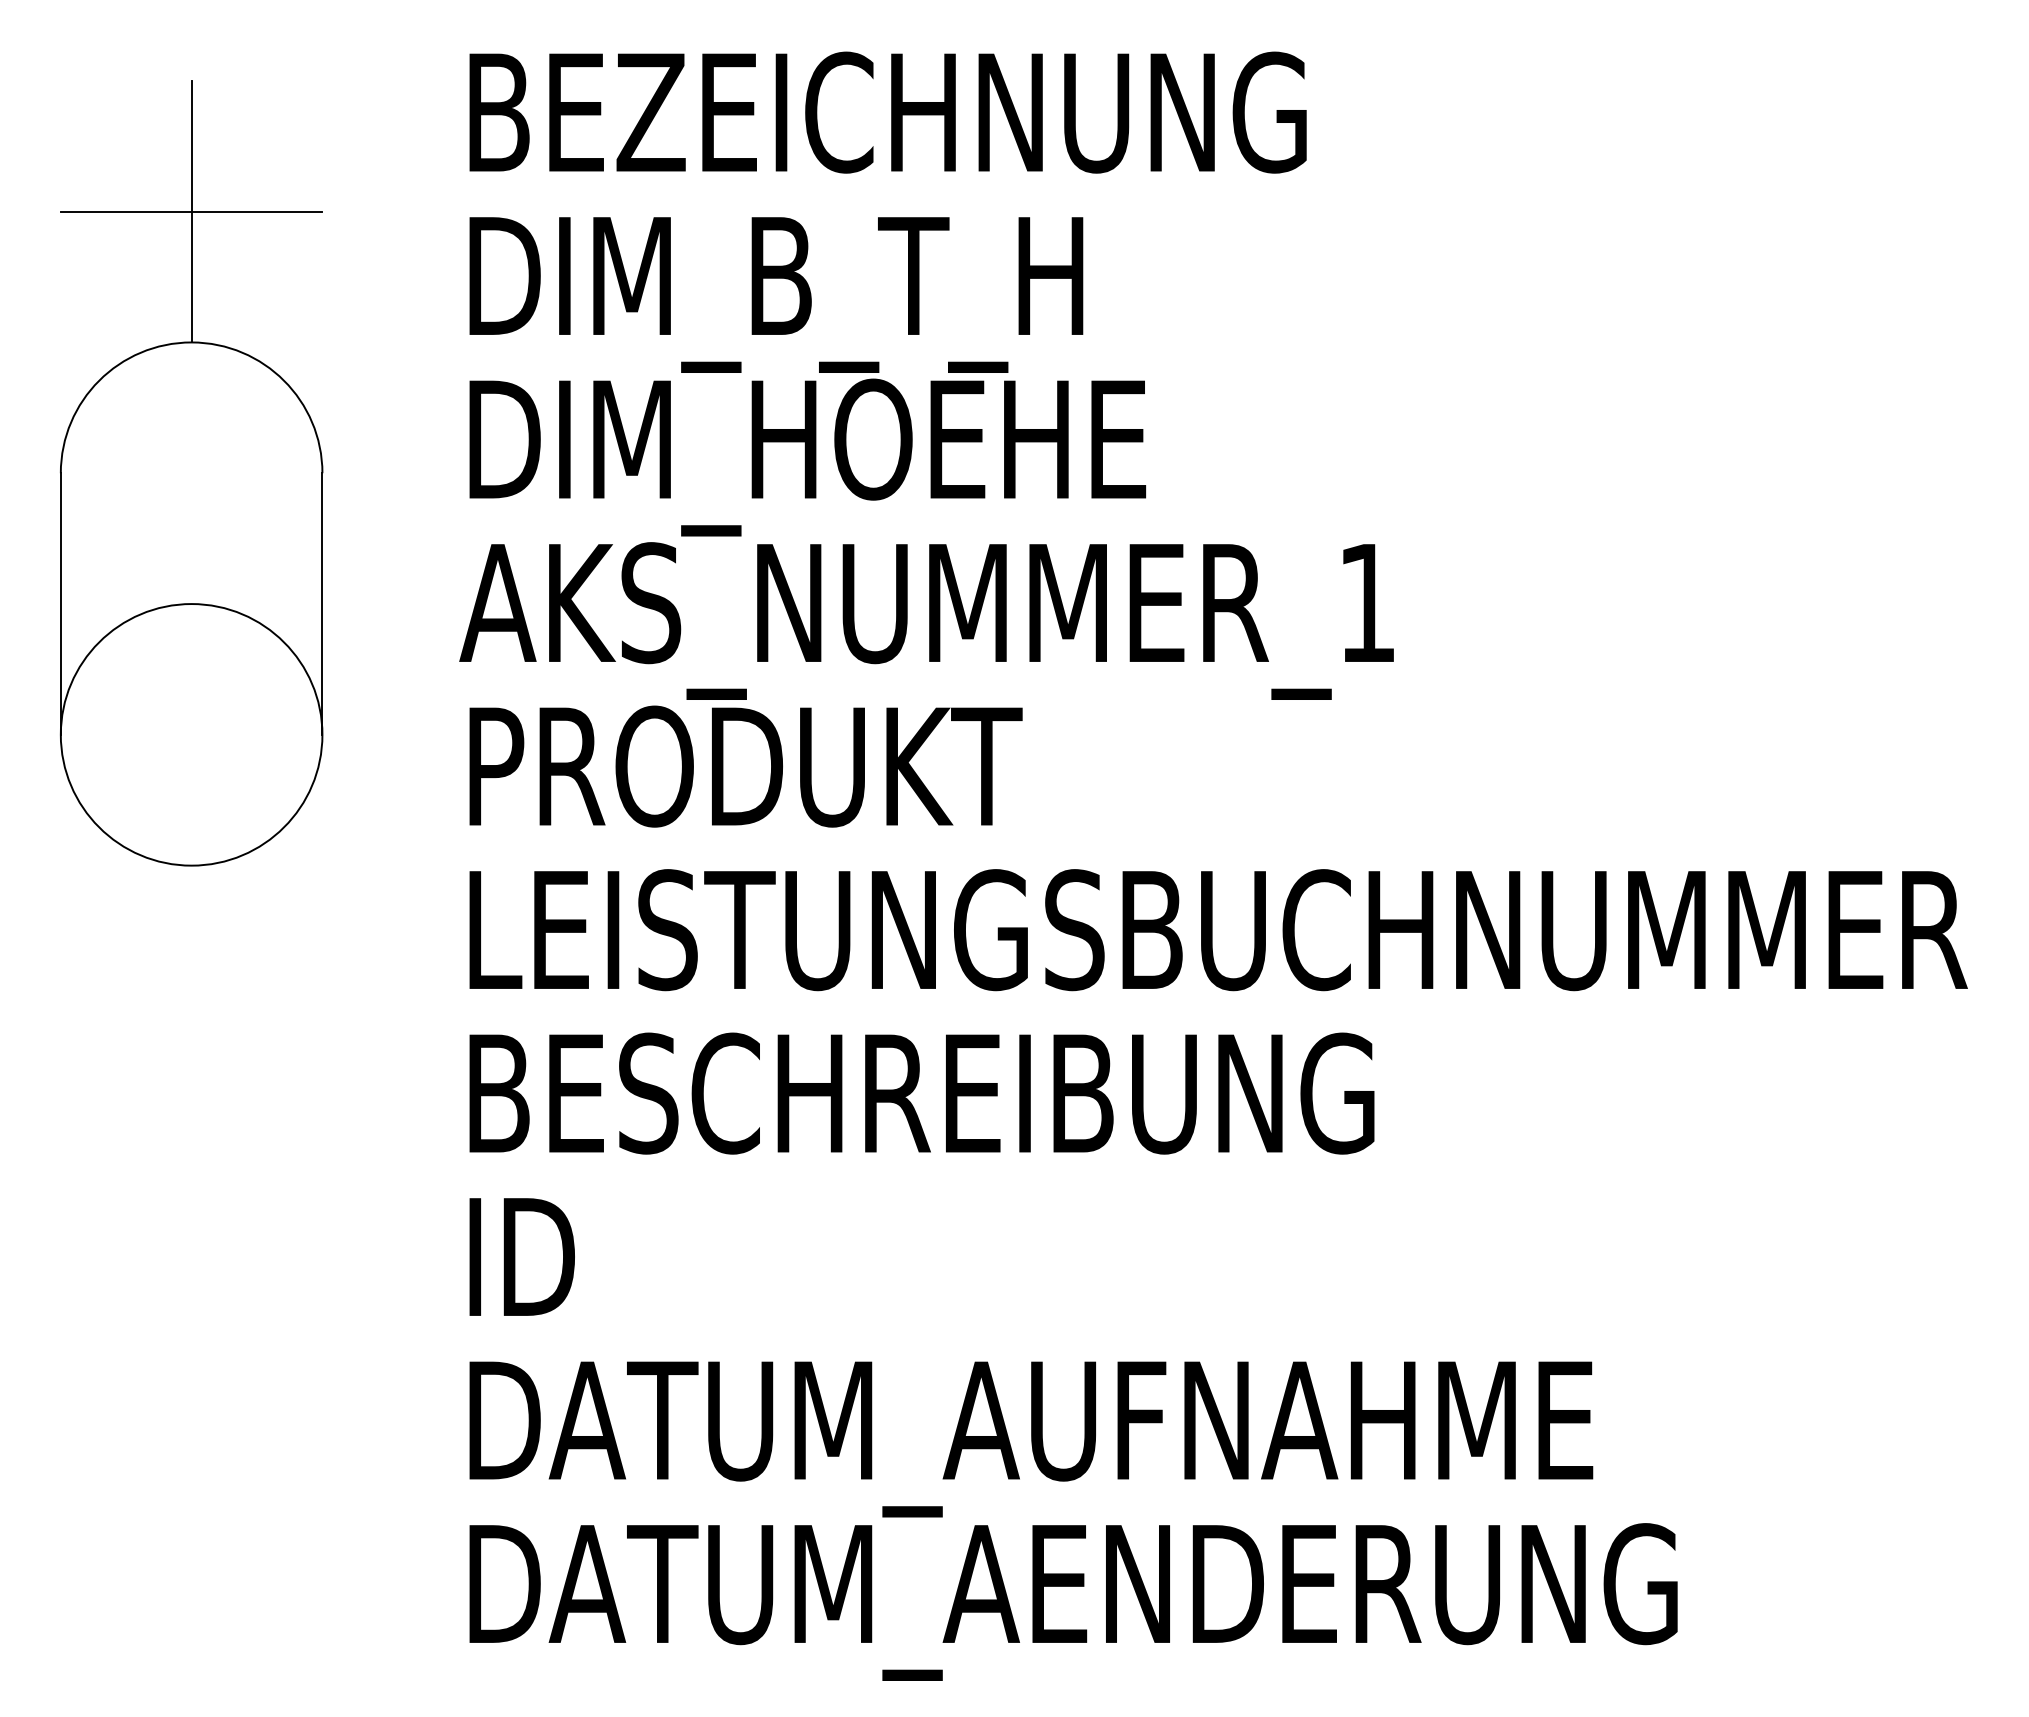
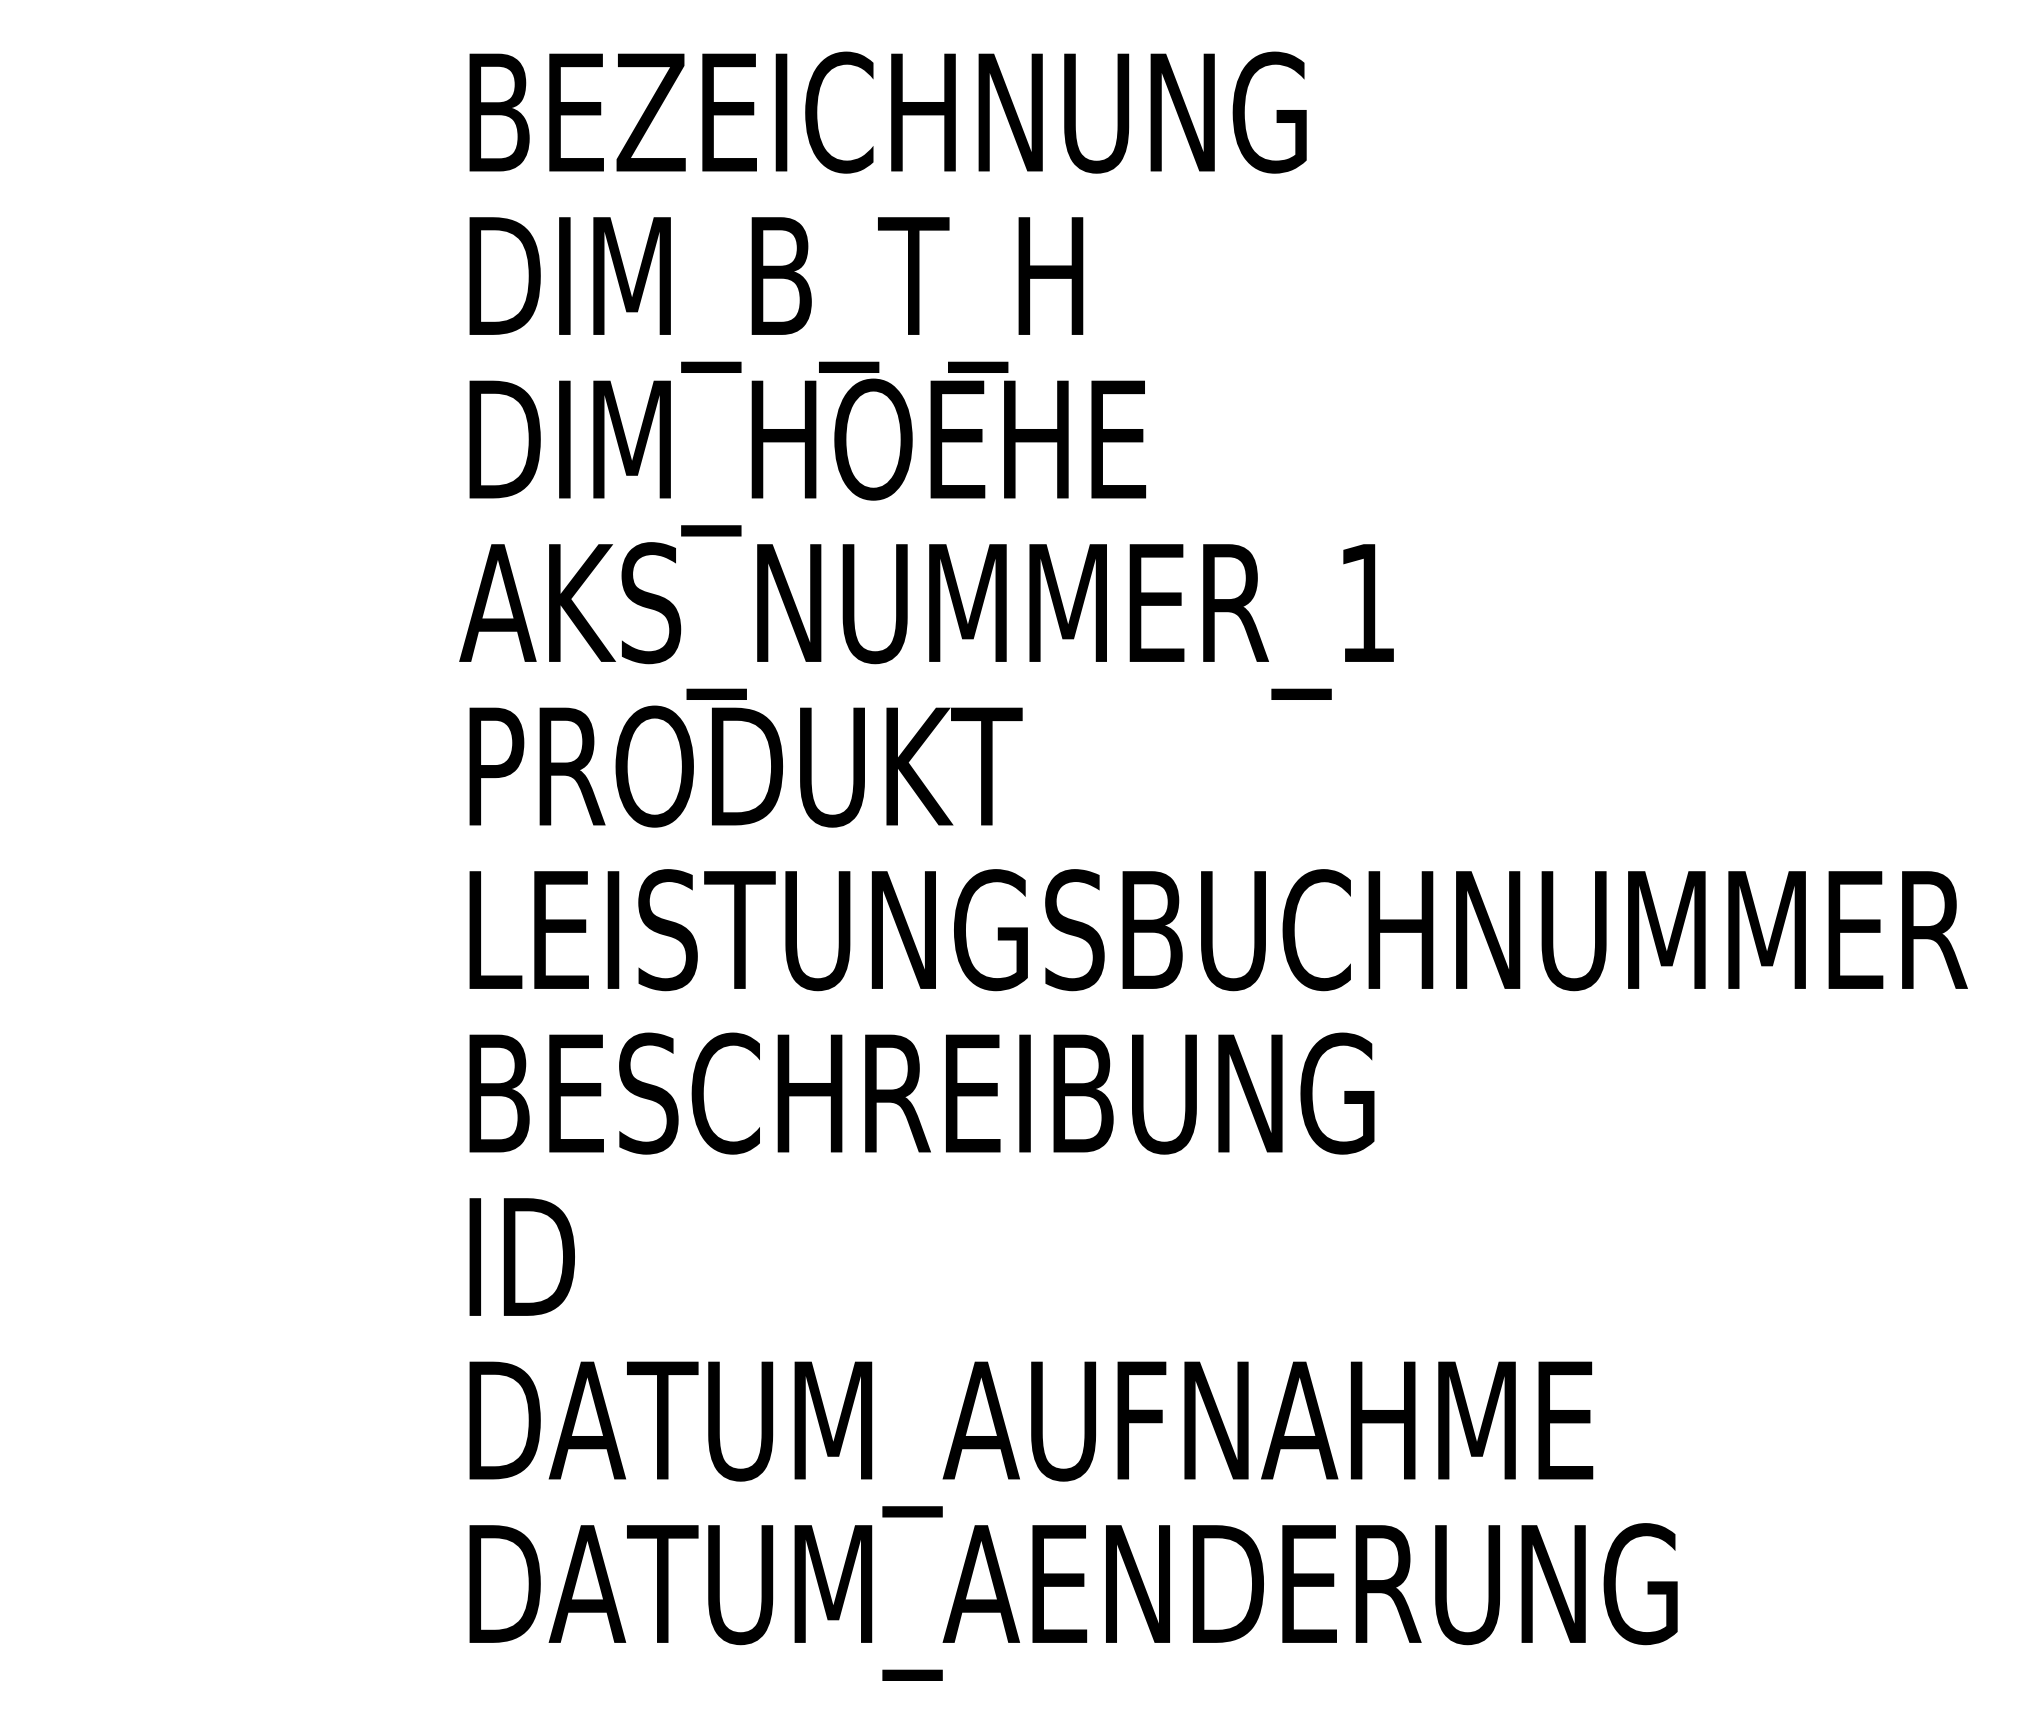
part at (191, 473): present -> none
